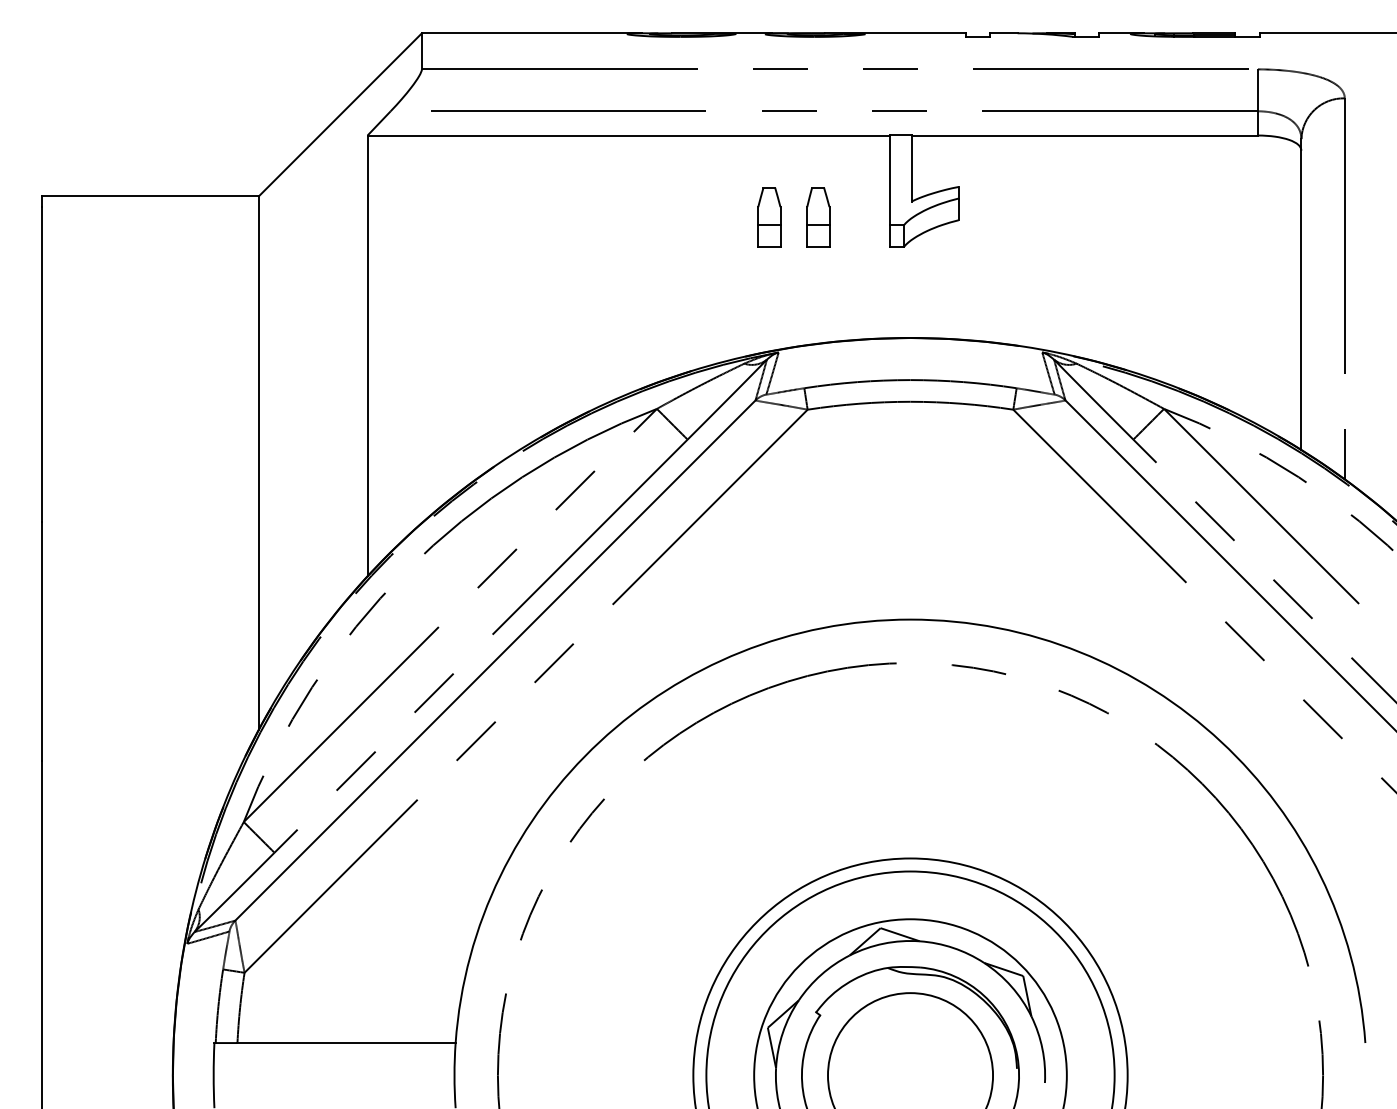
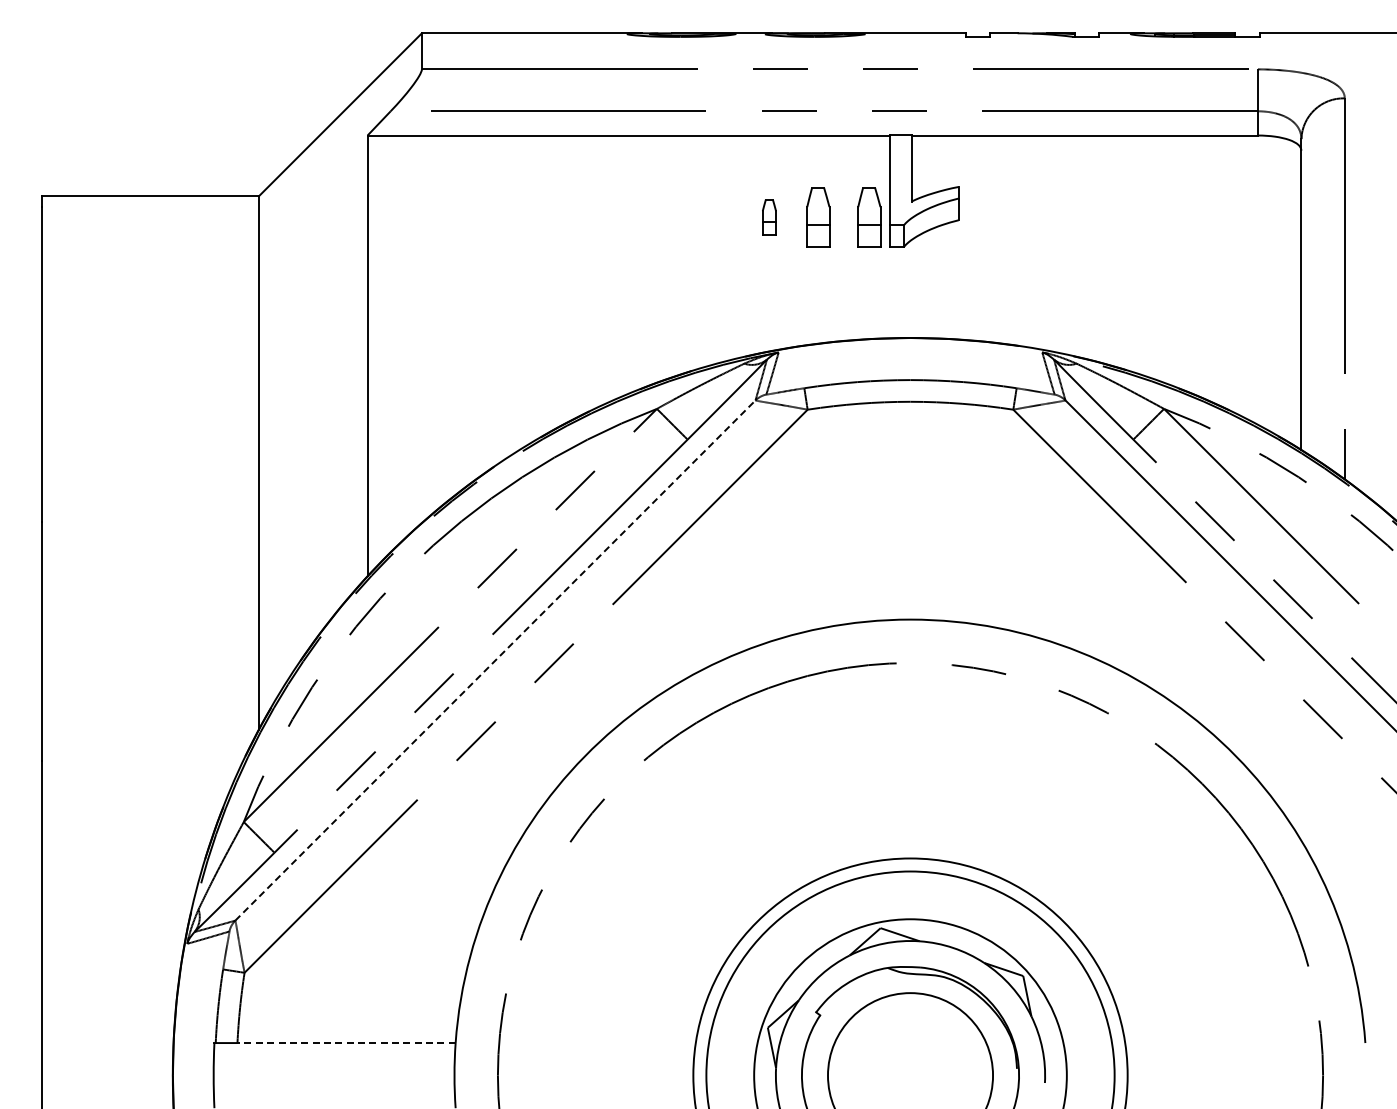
part at (769, 217) size: 25x61 px -> 15x37 px
part at (869, 217): none -> present
line at (495, 660): solid -> dashed
line at (346, 1043): solid -> dashed
